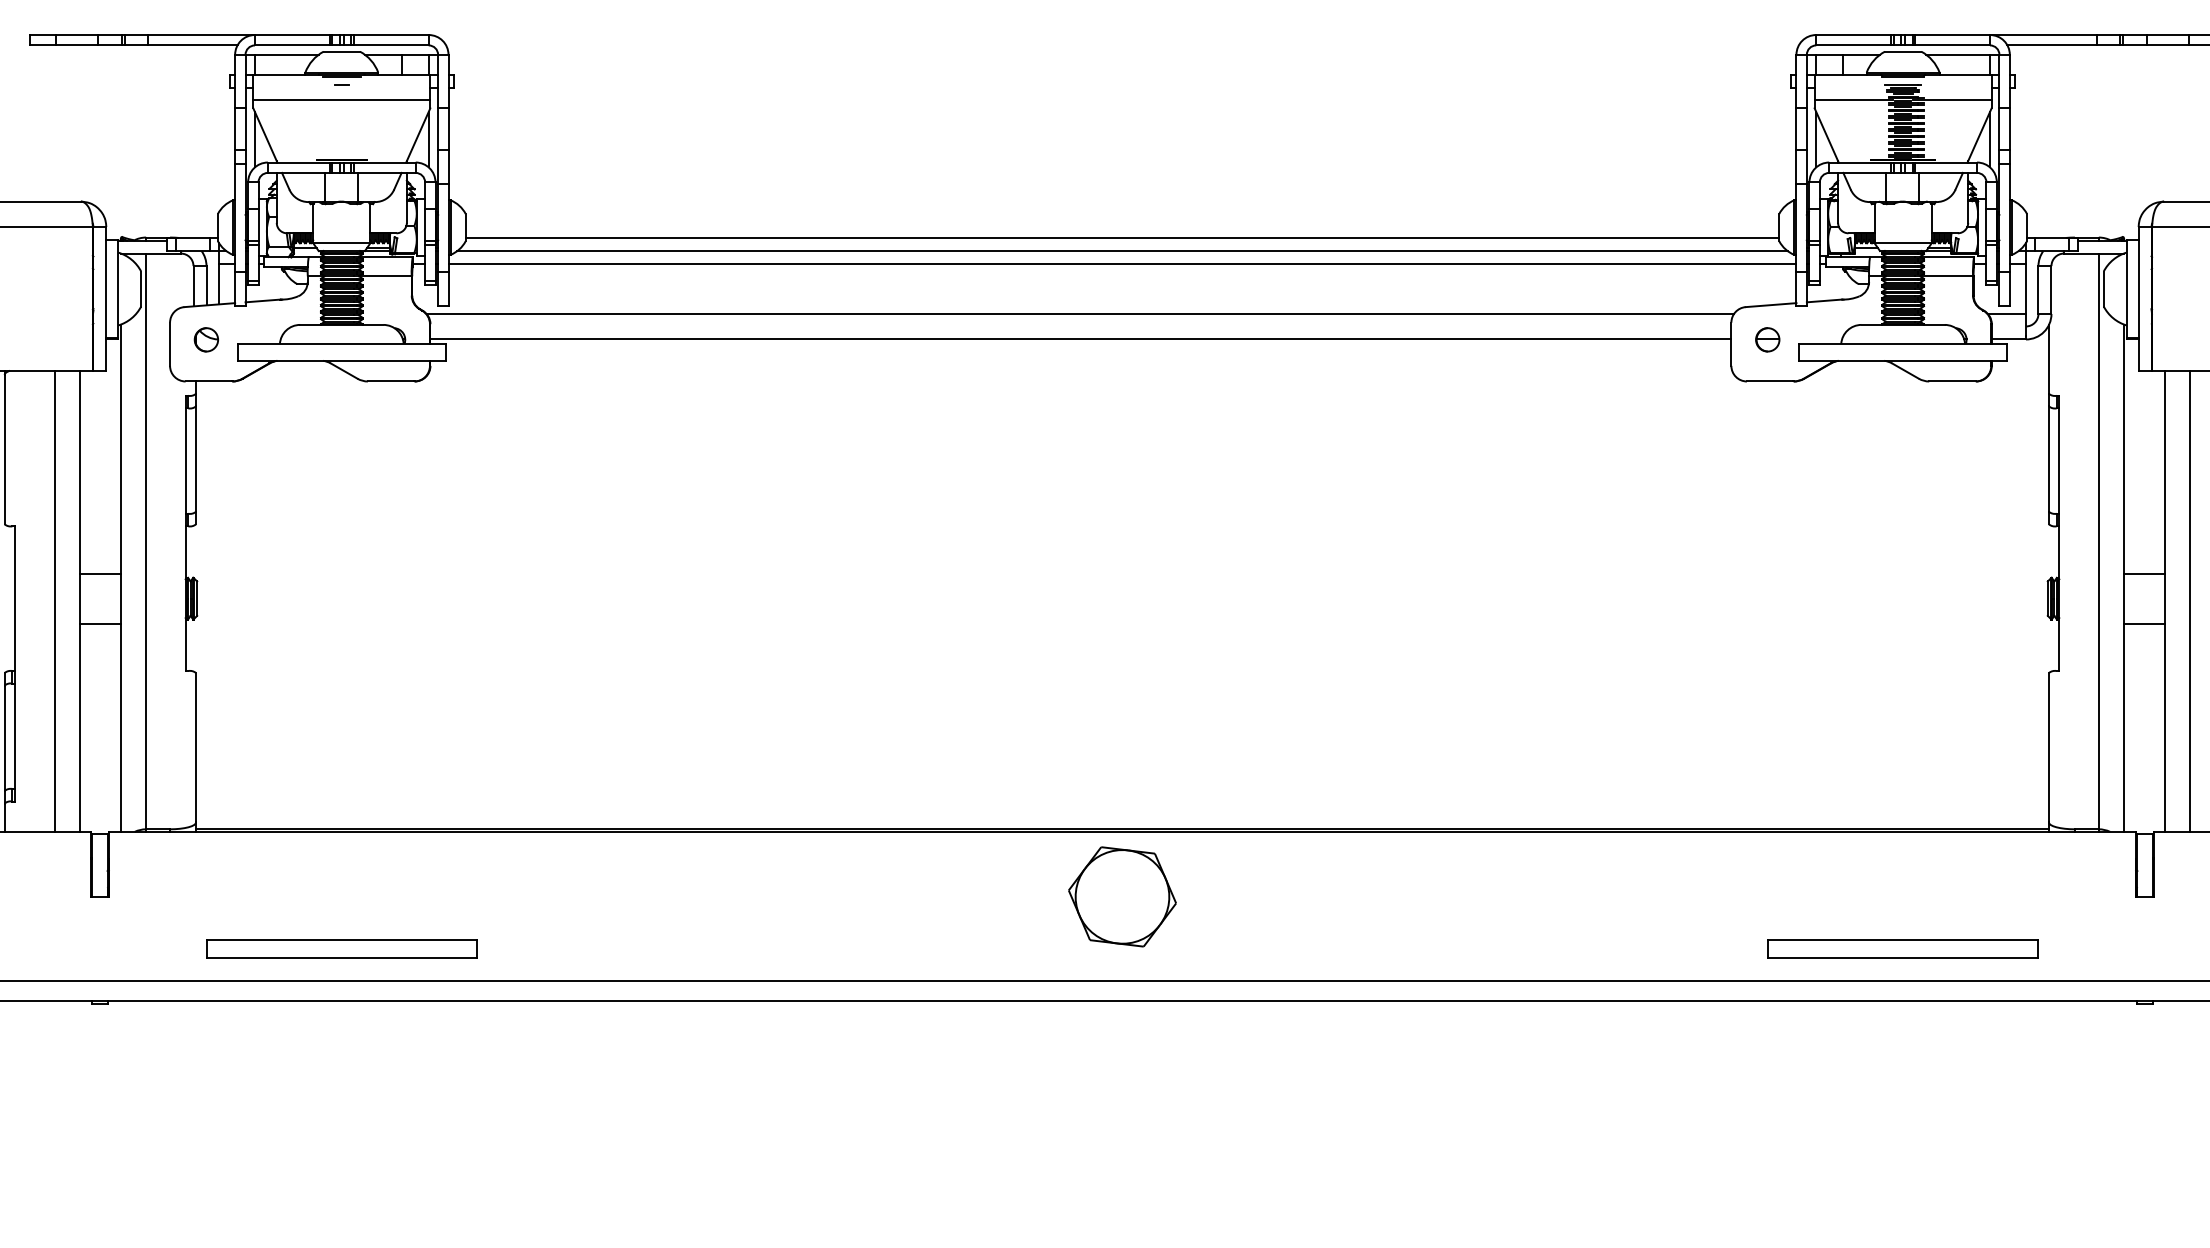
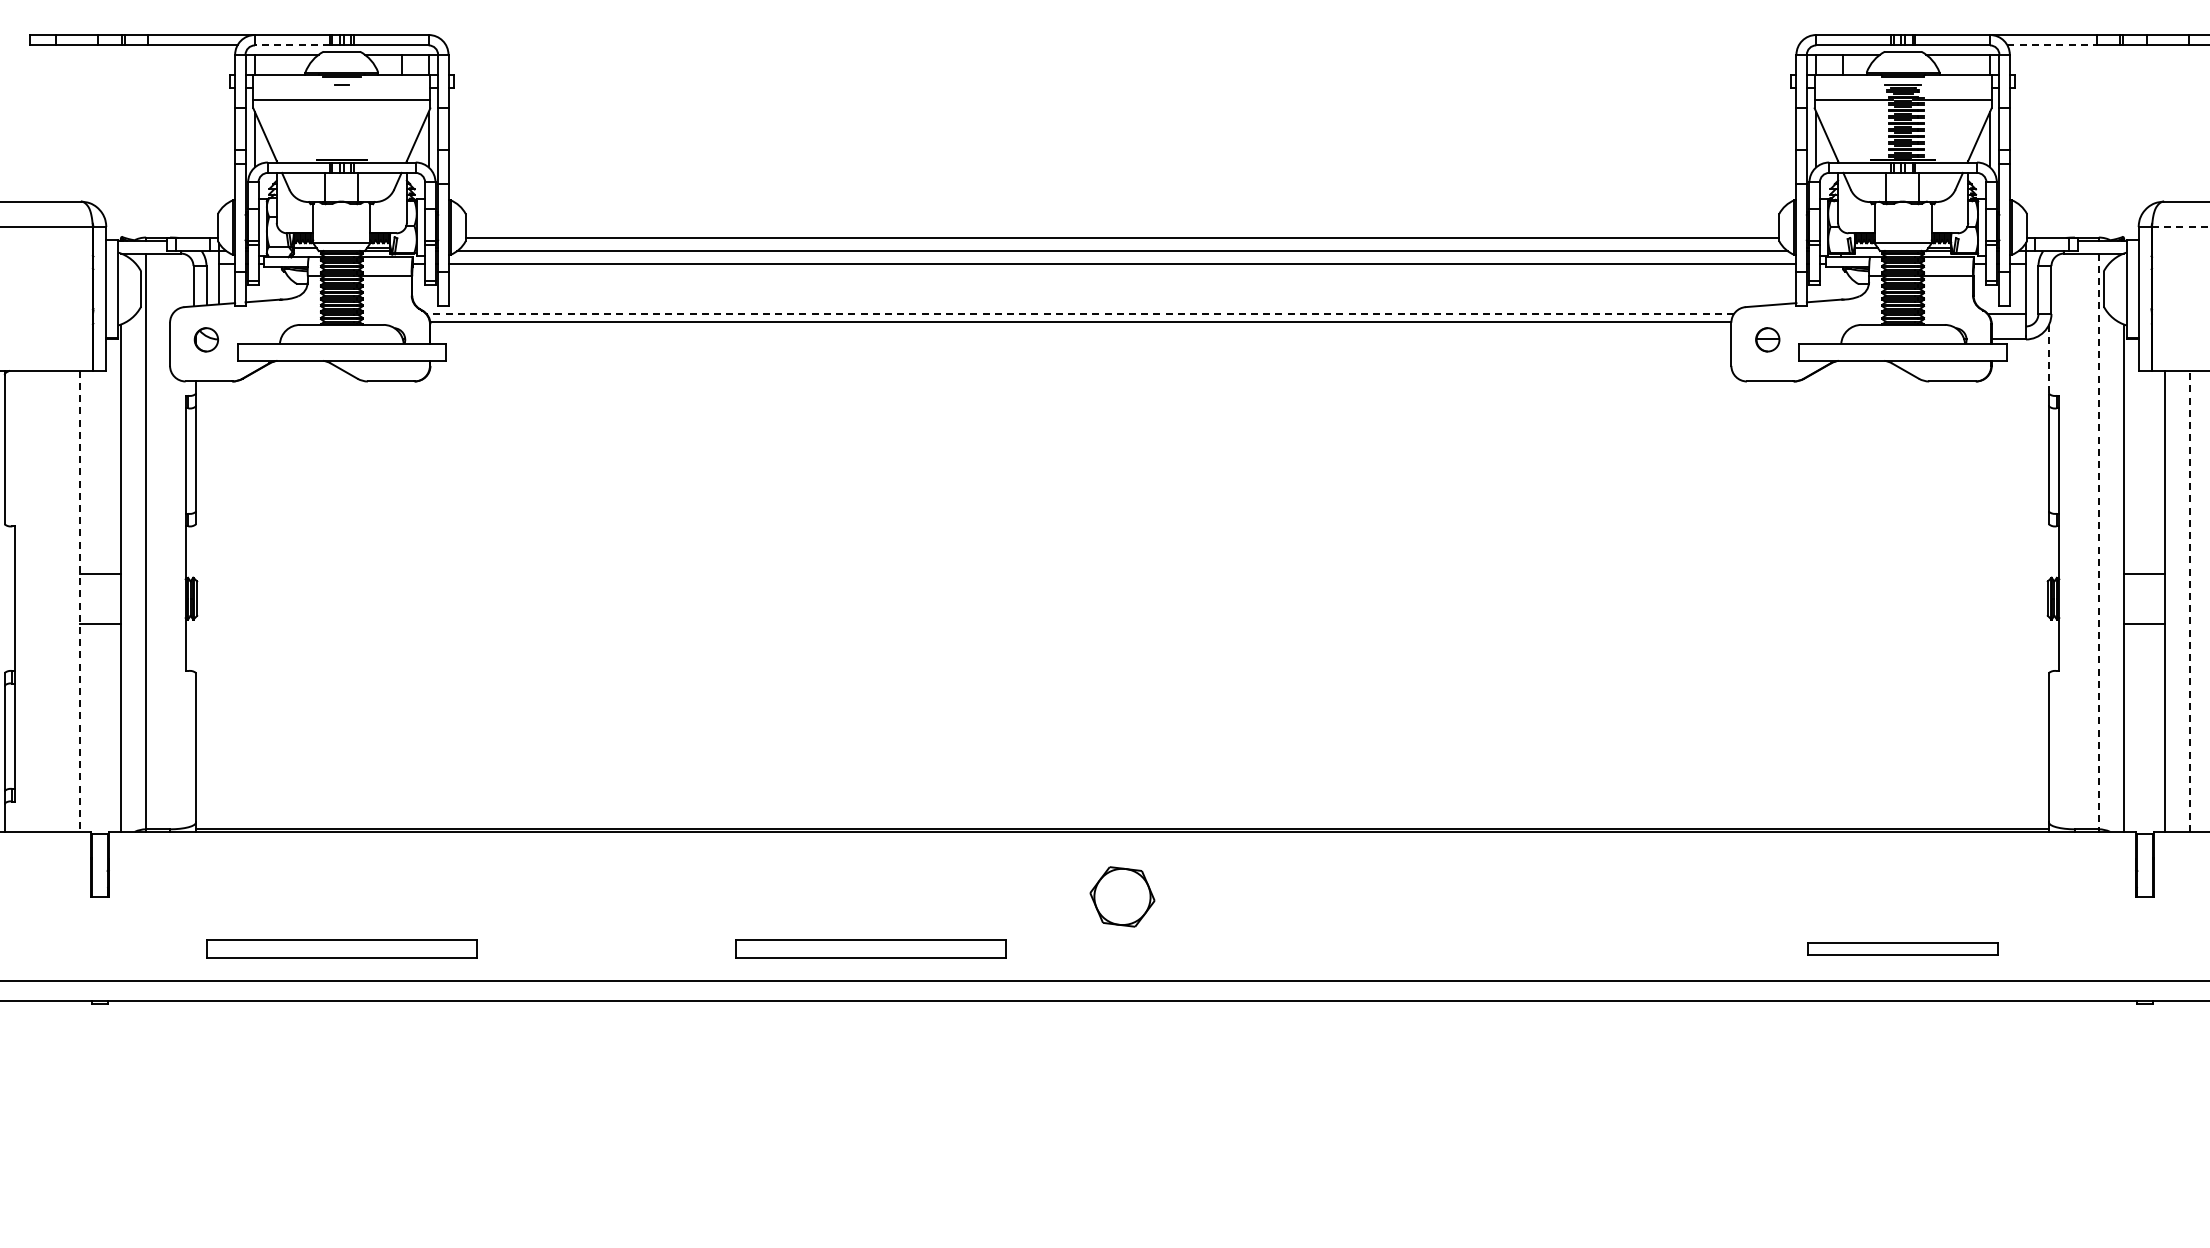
line at (292, 45): solid -> dashed
line at (2052, 45): solid -> dashed
line at (2180, 227): solid -> dashed
line at (1080, 313): solid -> dashed
line at (1080, 339) position: (1080, 339) -> (1080, 322)
line at (2048, 359): solid -> dashed
line at (2098, 541): solid -> dashed
line at (54, 600): present -> none
line at (80, 601): solid -> dashed
line at (2190, 601): solid -> dashed
part at (1122, 896) size: 109x102 px -> 67x62 px
part at (870, 948): none -> present
part at (1902, 948) size: 272x20 px -> 192x14 px
